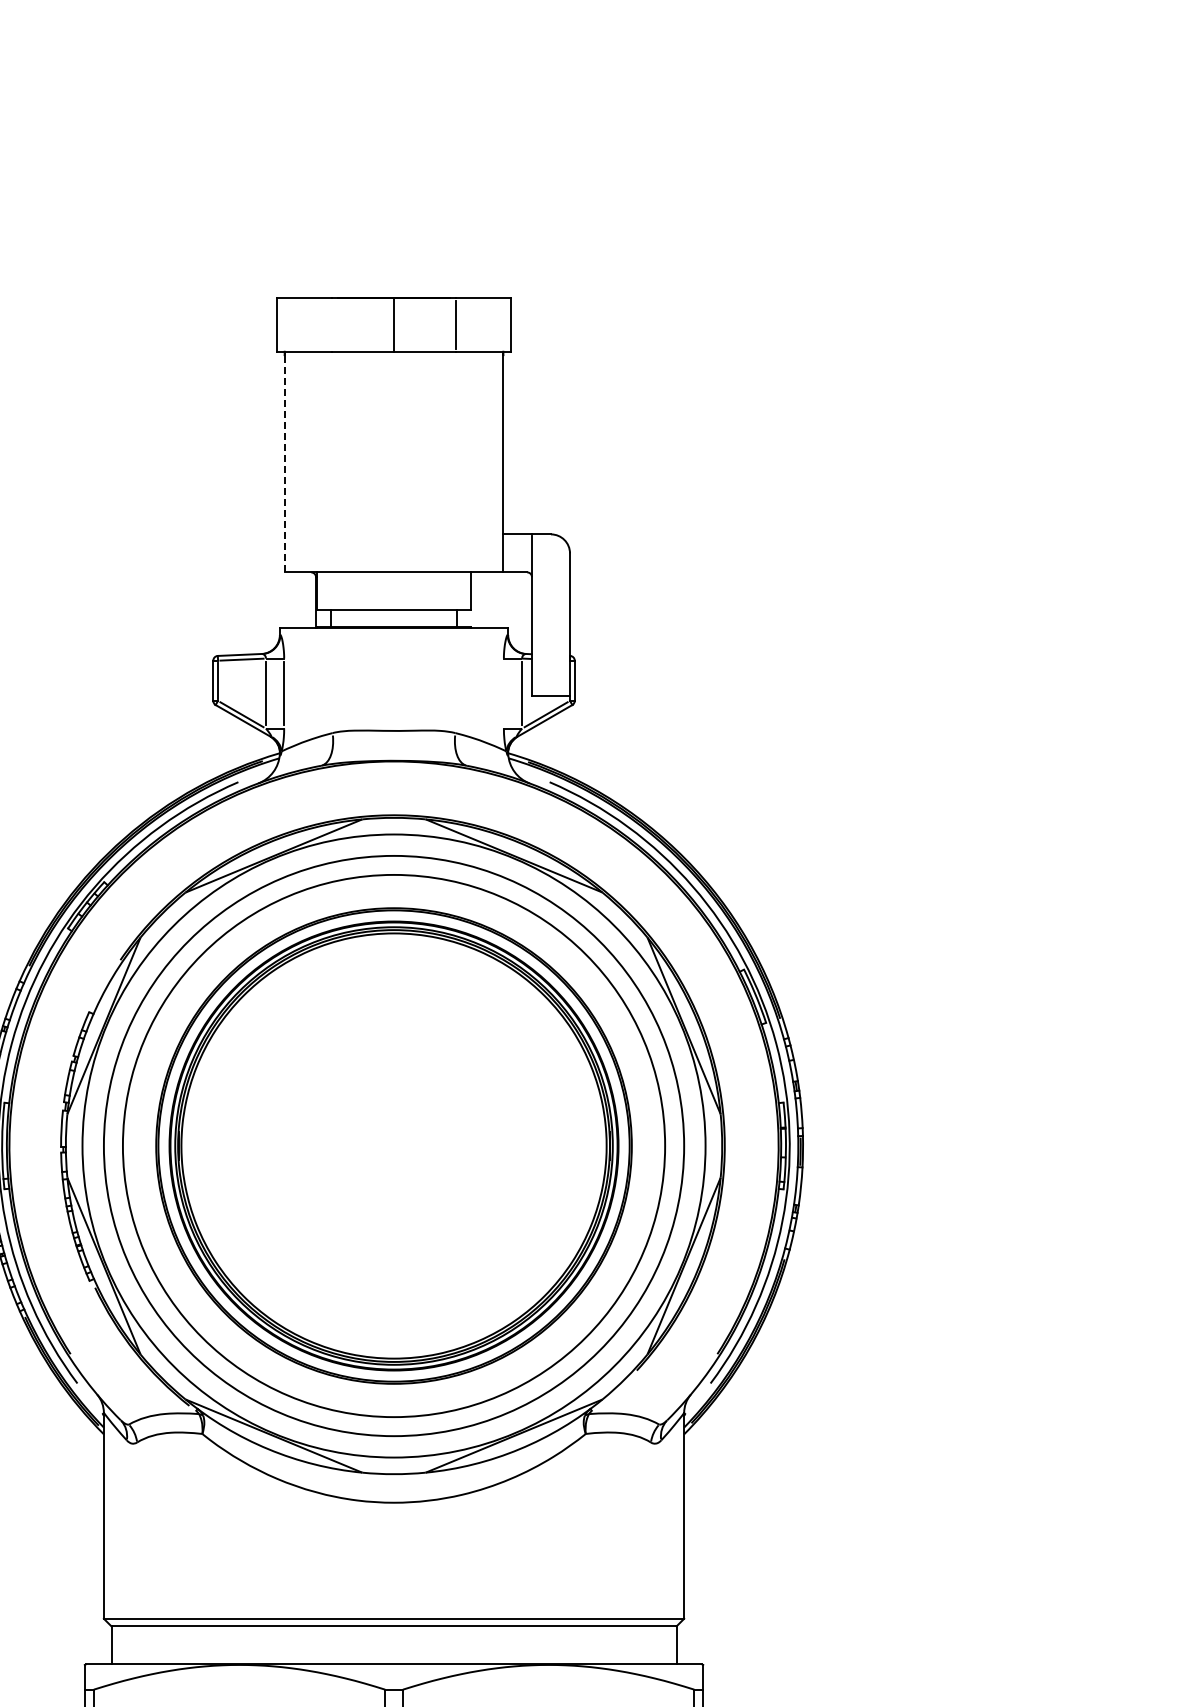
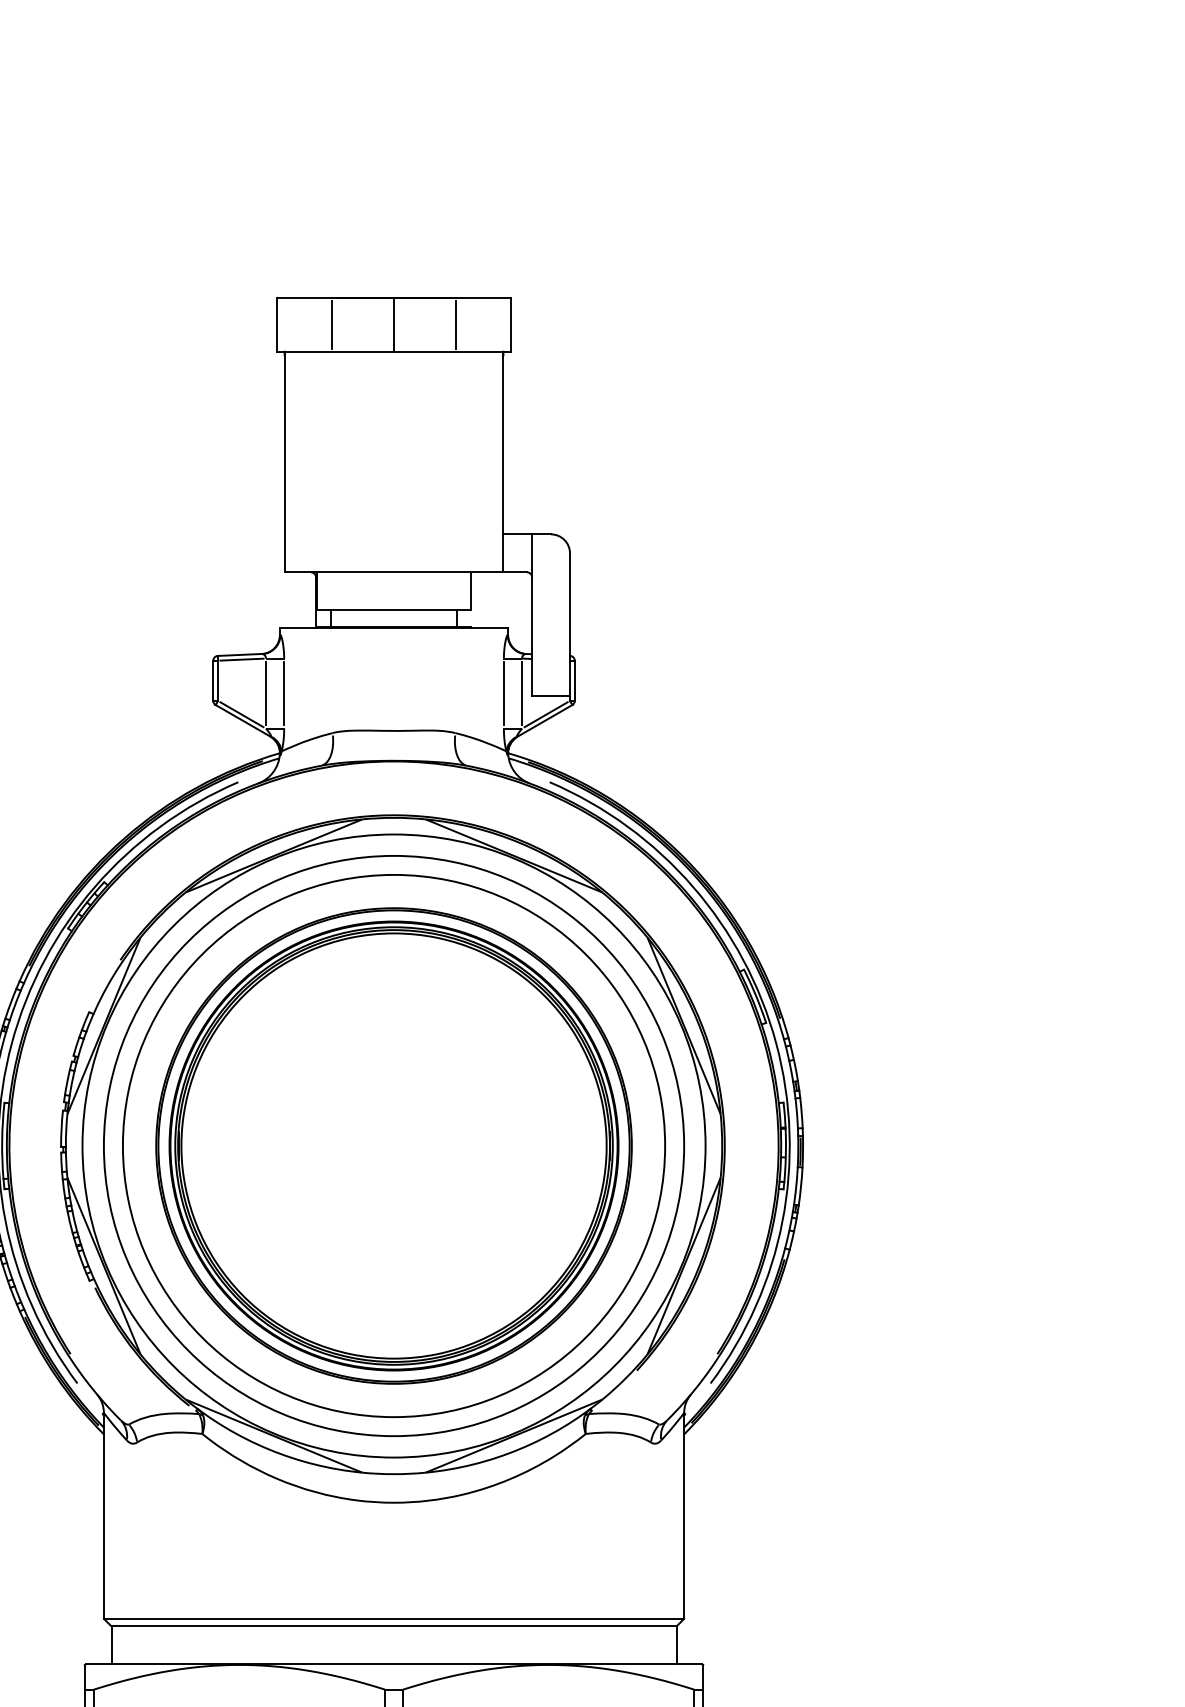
line at (332, 325): none -> present
line at (284, 463): dashed -> solid
line at (503, 693): none -> present
